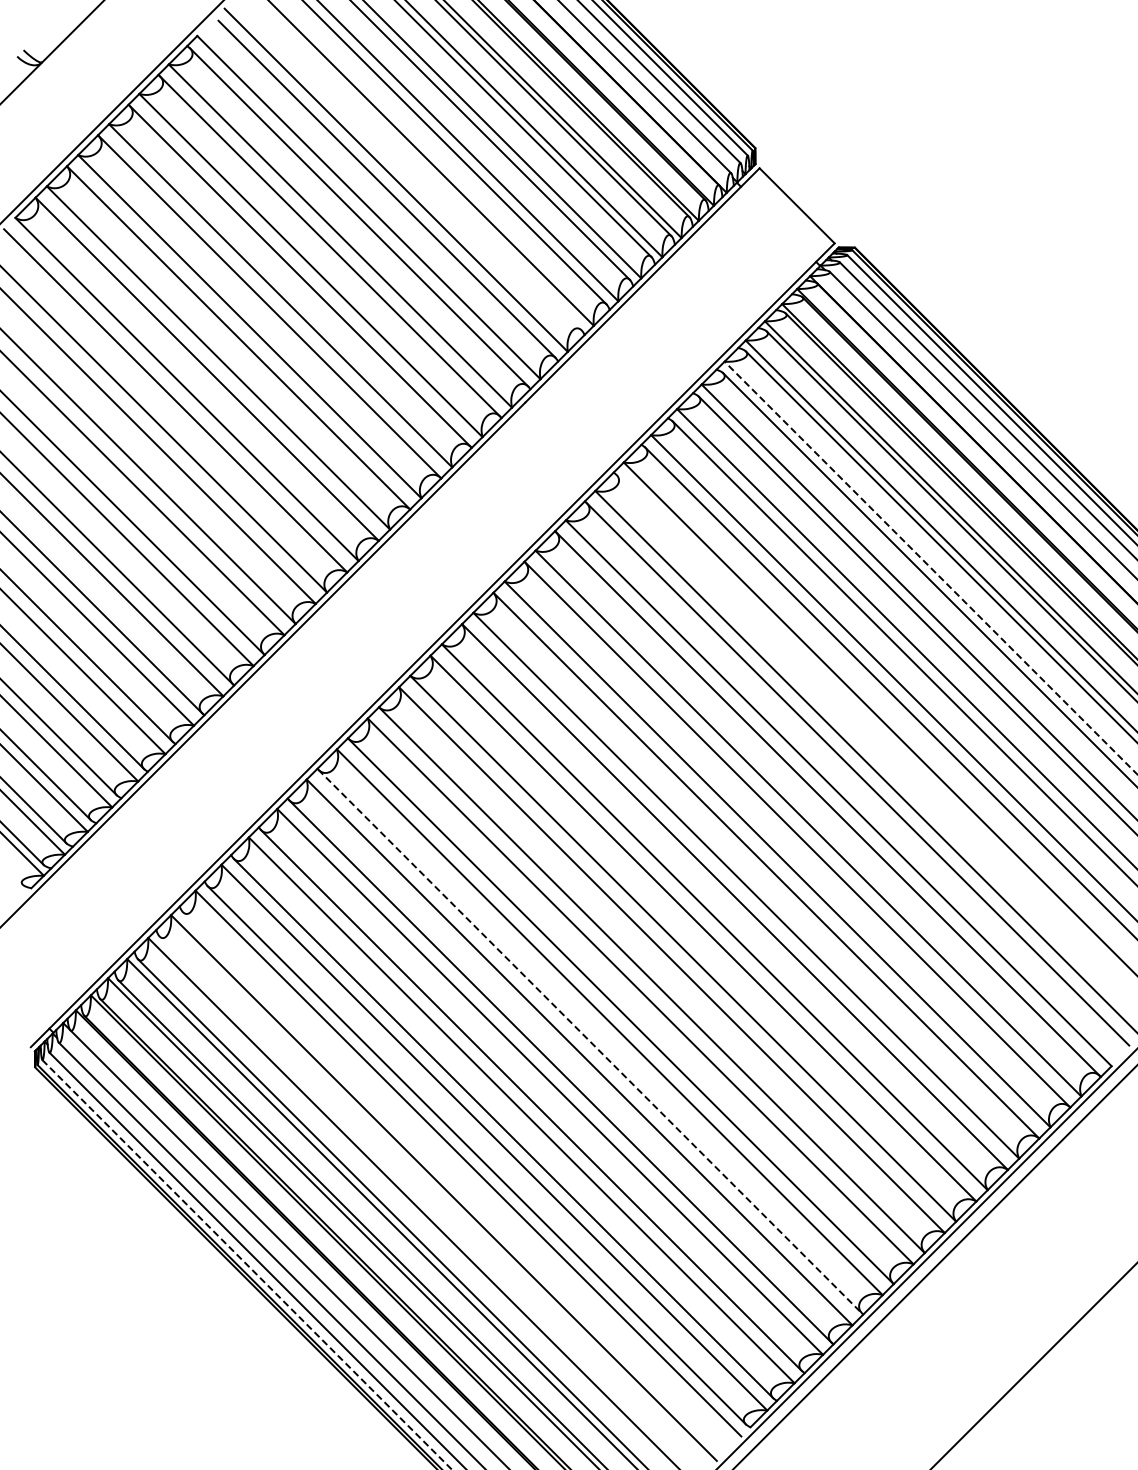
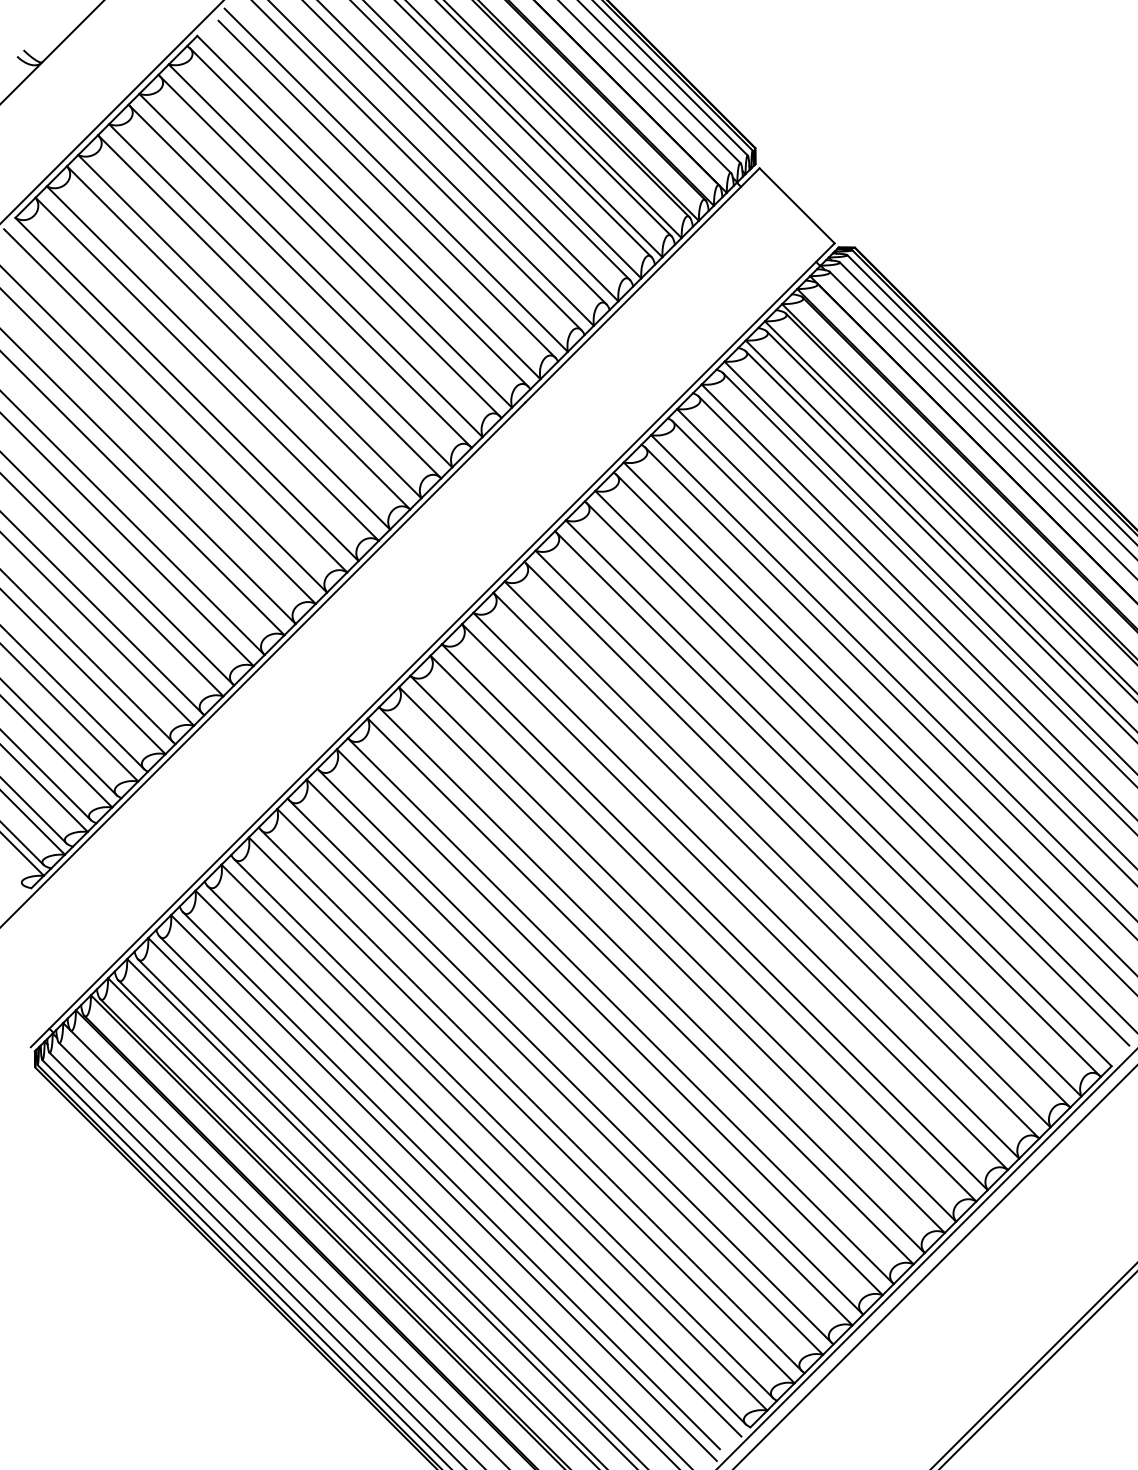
line at (417, 166): none -> present
line at (931, 568): dashed -> solid
line at (875, 733): none -> present
line at (590, 1041): dashed -> solid
line at (450, 1180): none -> present
line at (424, 1201): none -> present
line at (247, 1264): dashed -> solid
line at (1038, 1370): none -> present
